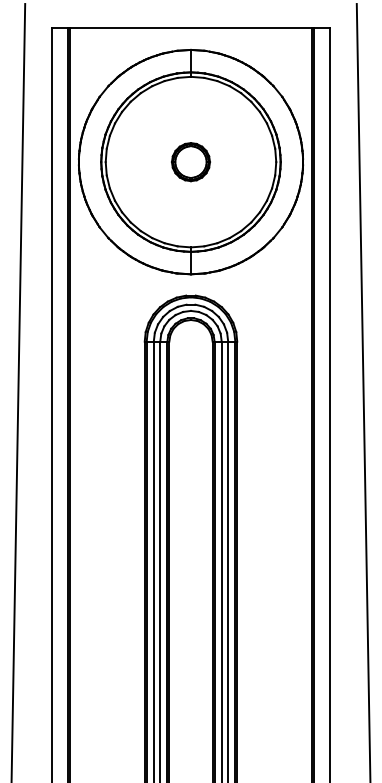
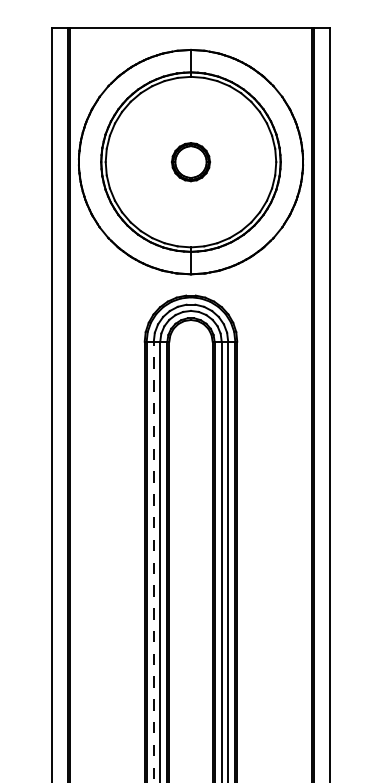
line at (18, 391): present -> none
line at (363, 391): present -> none
line at (153, 561): solid -> dashed
